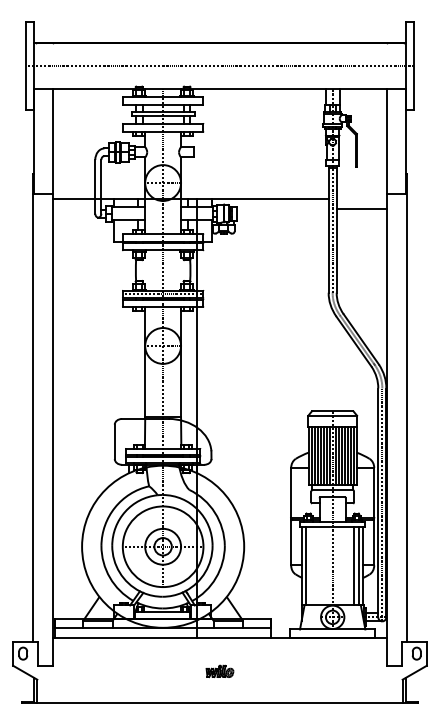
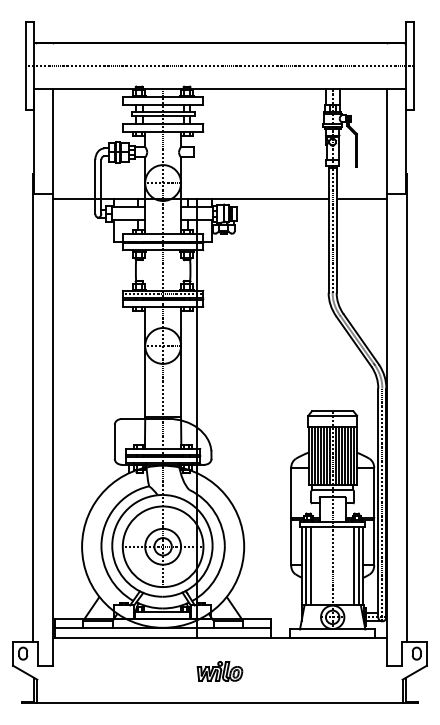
line at (361, 208) position: (361, 208) -> (361, 198)
line at (311, 566): none -> present
part at (219, 671) size: 30x15 px -> 48x21 px
